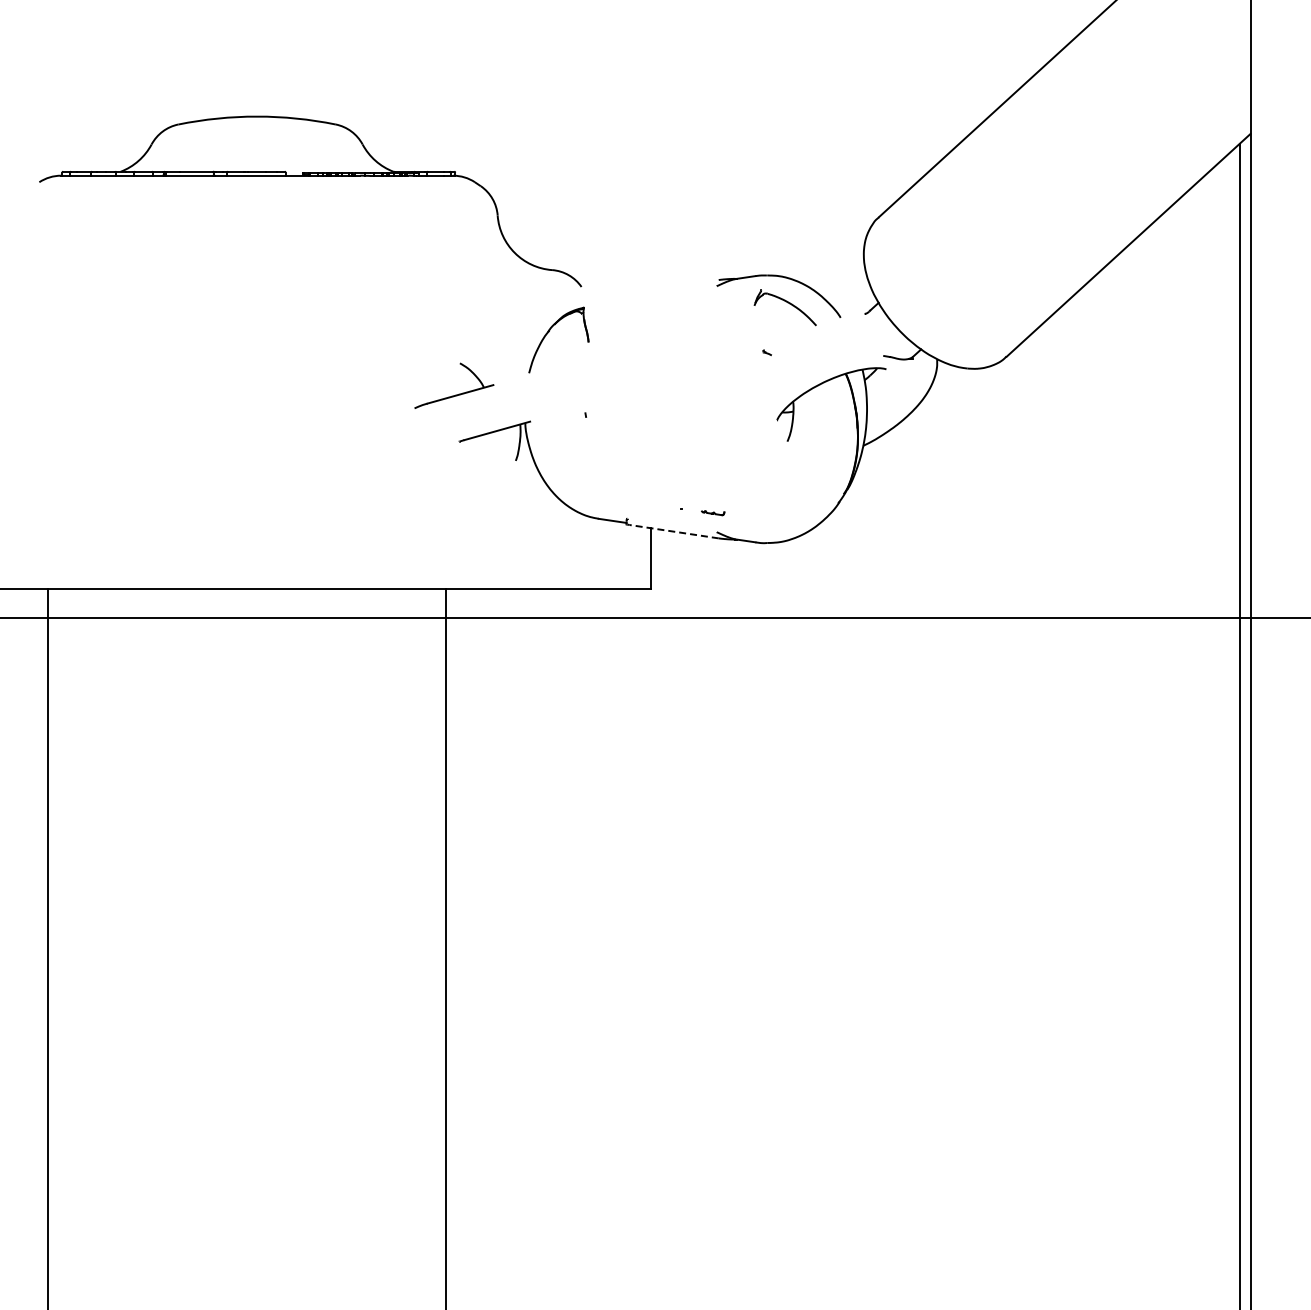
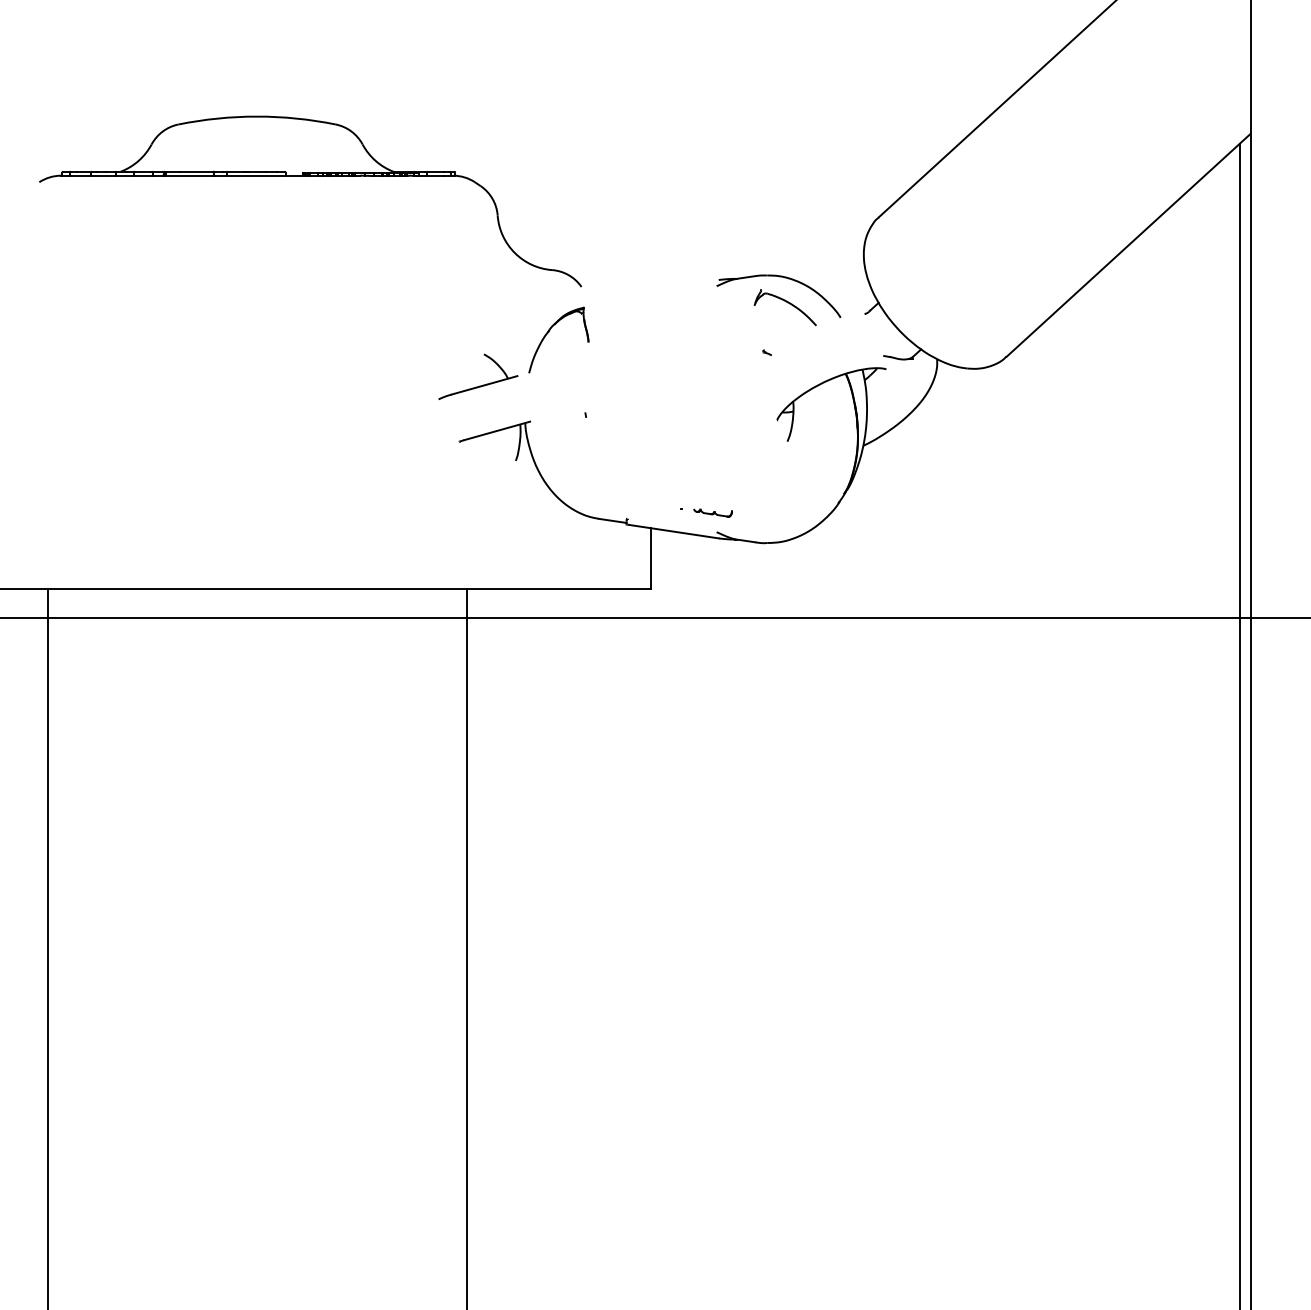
part at (455, 394) position: (455, 394) -> (479, 385)
part at (713, 513) size: 25x7 px -> 40x10 px
line at (673, 531): dashed -> solid
line at (445, 947) position: (445, 947) -> (466, 947)
